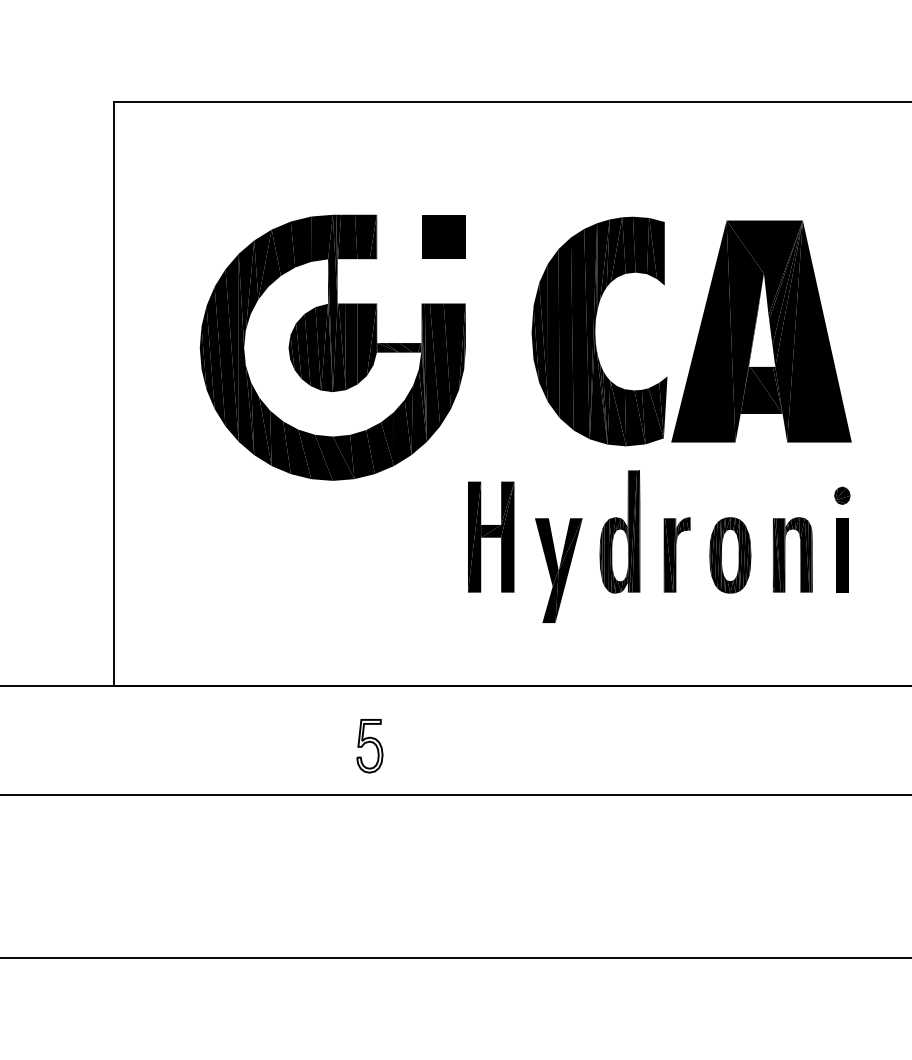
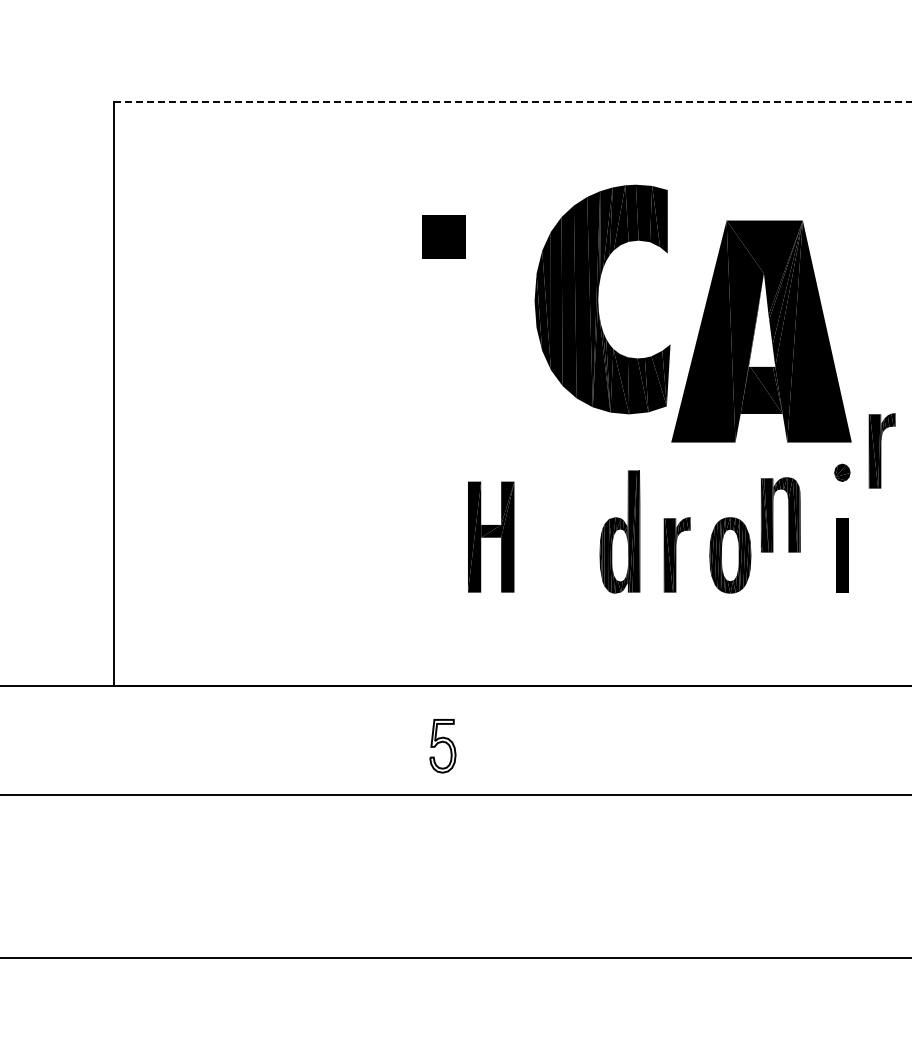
line at (513, 101): solid -> dashed
part at (599, 331) position: (599, 331) -> (602, 299)
part at (332, 347): present -> none
part at (881, 450): none -> present
part at (842, 495) position: (842, 495) -> (842, 472)
part at (785, 554) position: (785, 554) -> (773, 514)
part at (558, 570): present -> none
part at (369, 746) position: (369, 746) -> (442, 746)
